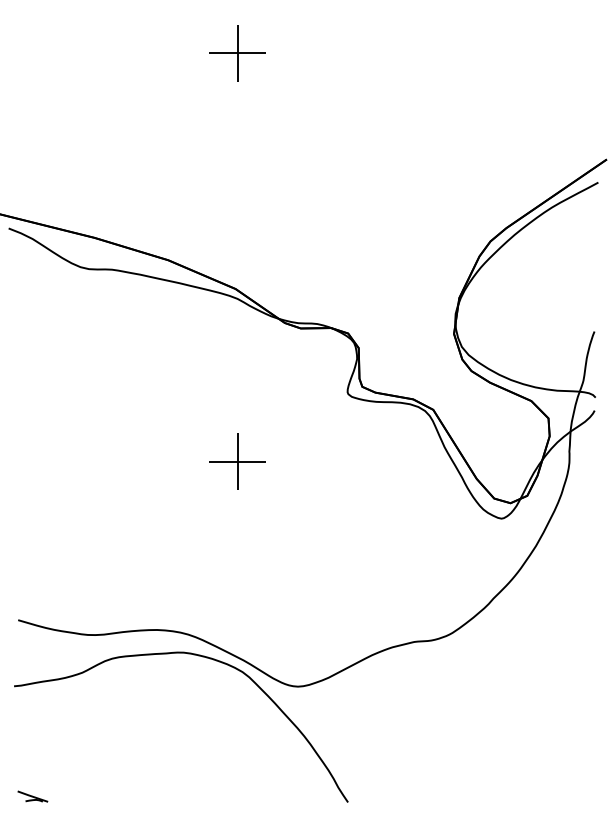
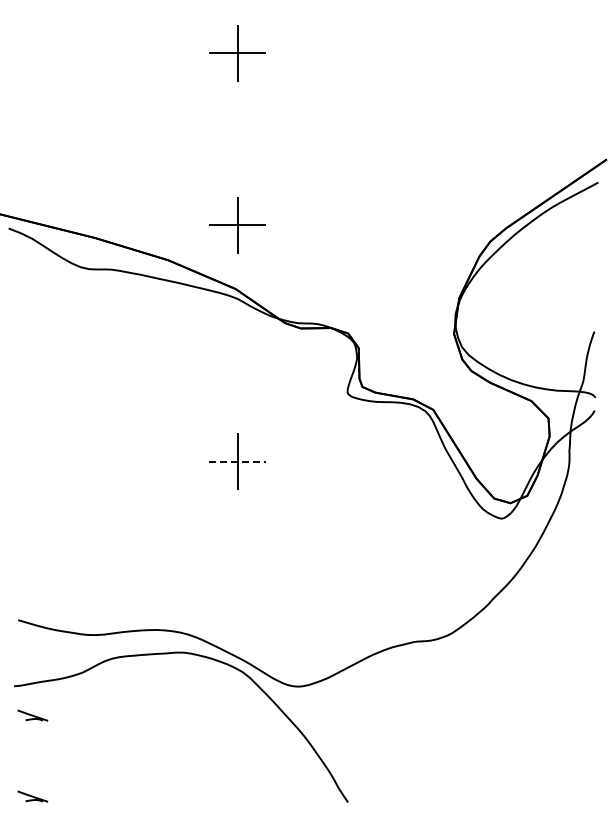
part at (237, 225): none -> present
line at (237, 461): solid -> dashed
part at (32, 715): none -> present
